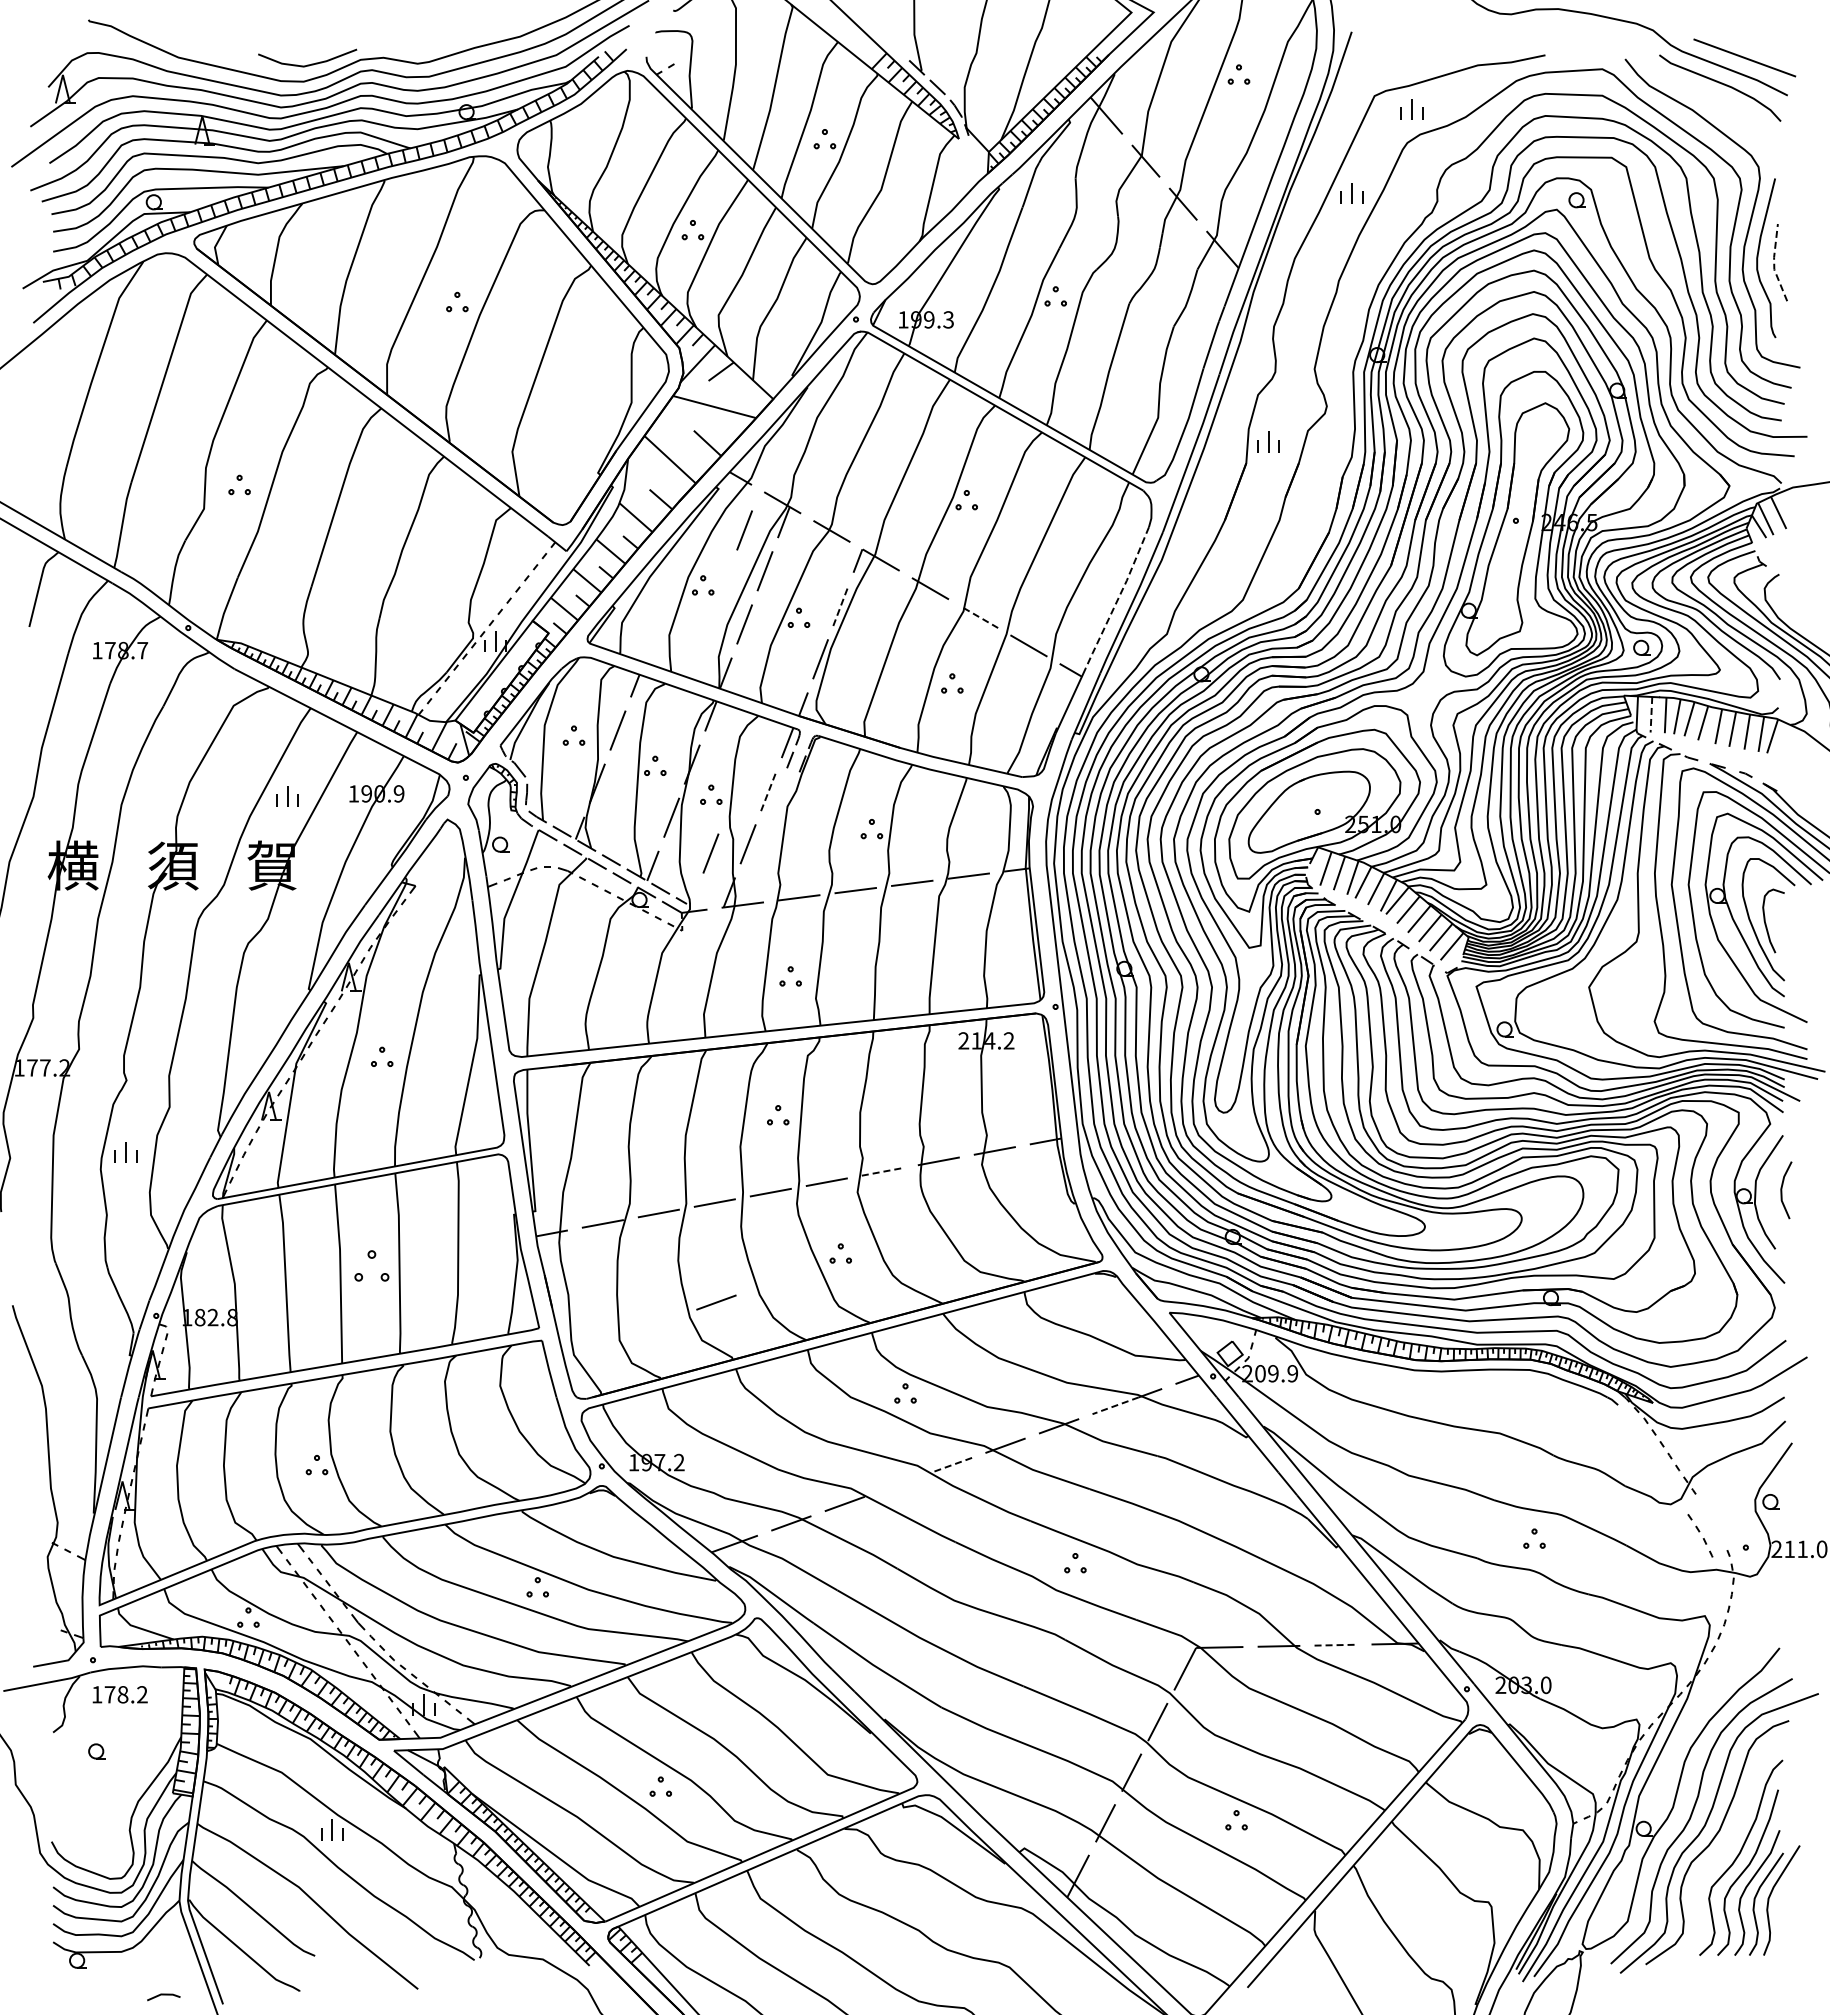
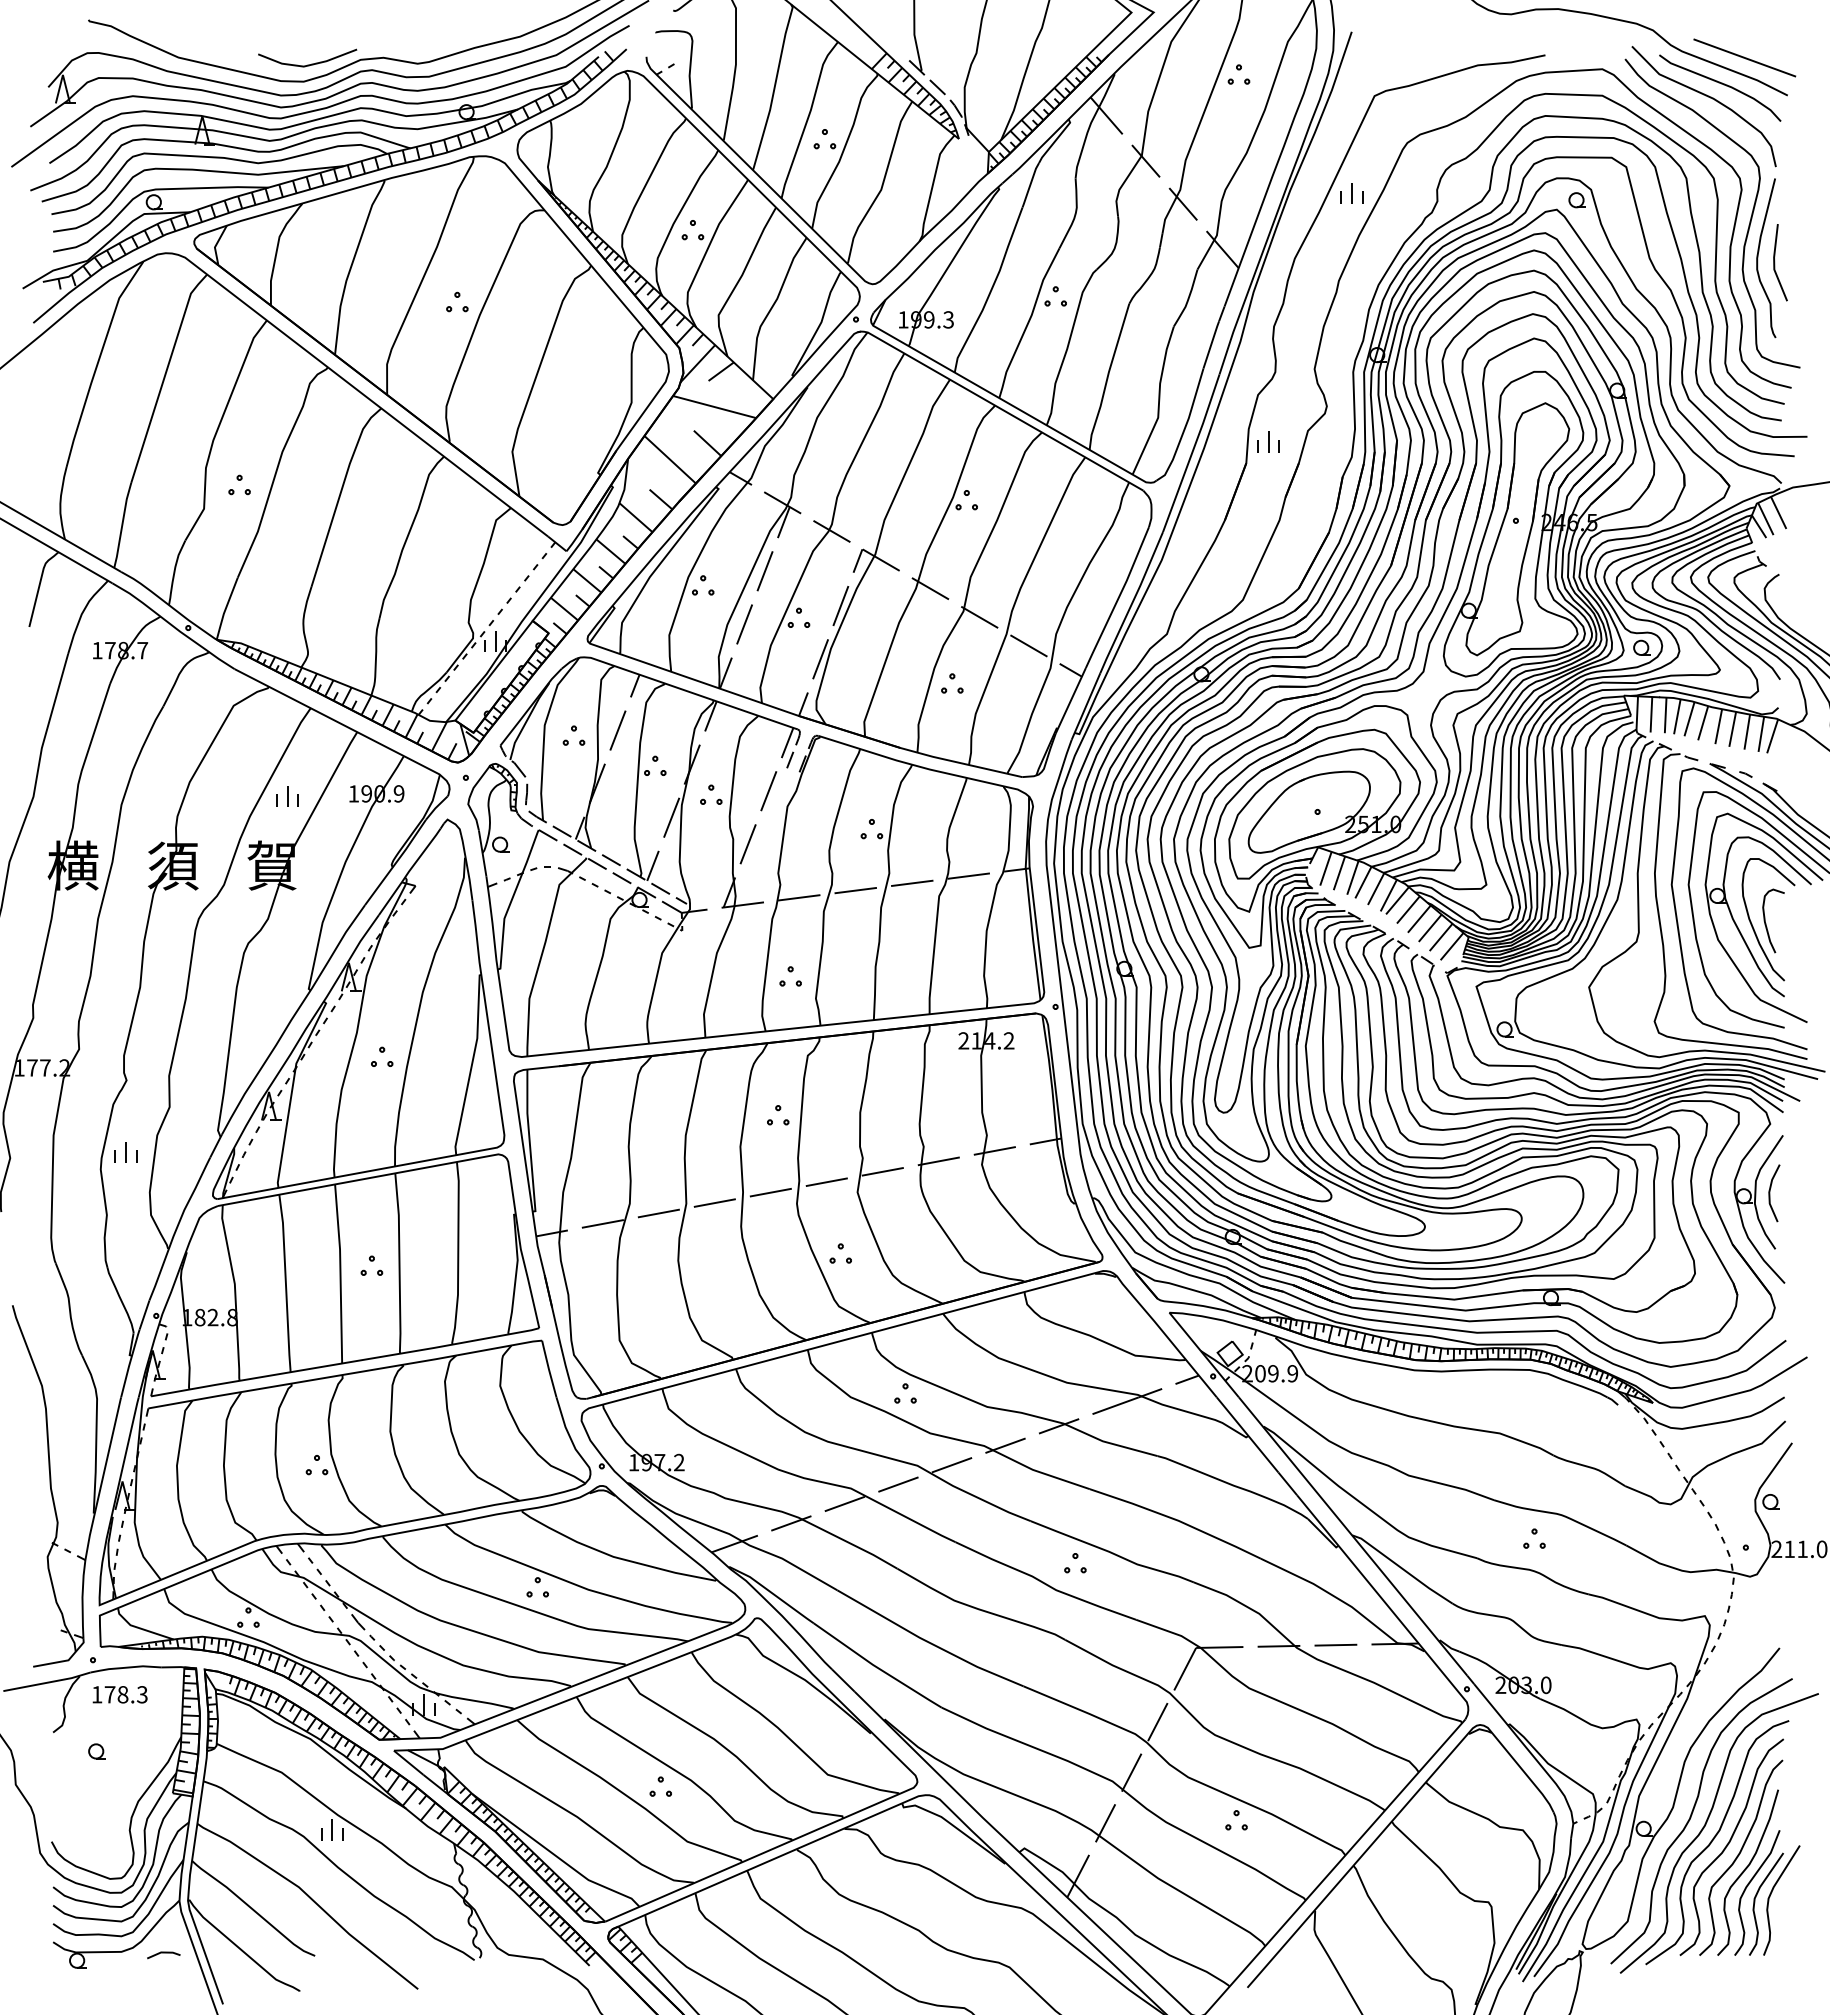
curve at (1705, 96): none -> present
part at (1411, 109): present -> none
line at (1774, 263): dashed -> solid
line at (744, 530): present -> none
line at (1118, 598): dashed -> solid
line at (841, 605): dashed -> solid
line at (979, 617): dashed -> solid
line at (1651, 714): dashed -> solid
line at (768, 790): dashed -> solid
line at (710, 853): present -> none
line at (883, 1171): dashed -> solid
line at (1782, 1190) position: (1782, 1190) -> (1770, 1193)
part at (371, 1265) size: 36x32 px -> 24x21 px
line at (716, 1302) position: (716, 1302) -> (898, 1484)
line at (1115, 1405): dashed -> solid
line at (951, 1465): dashed -> solid
part at (1700, 1535) position: (1700, 1535) -> (1712, 1521)
line at (1336, 1645): dashed -> solid
text at (142, 1694): 178.2 -> 178.3
curve at (1728, 1845): none -> present
line at (163, 1995) position: (163, 1995) -> (163, 1953)
